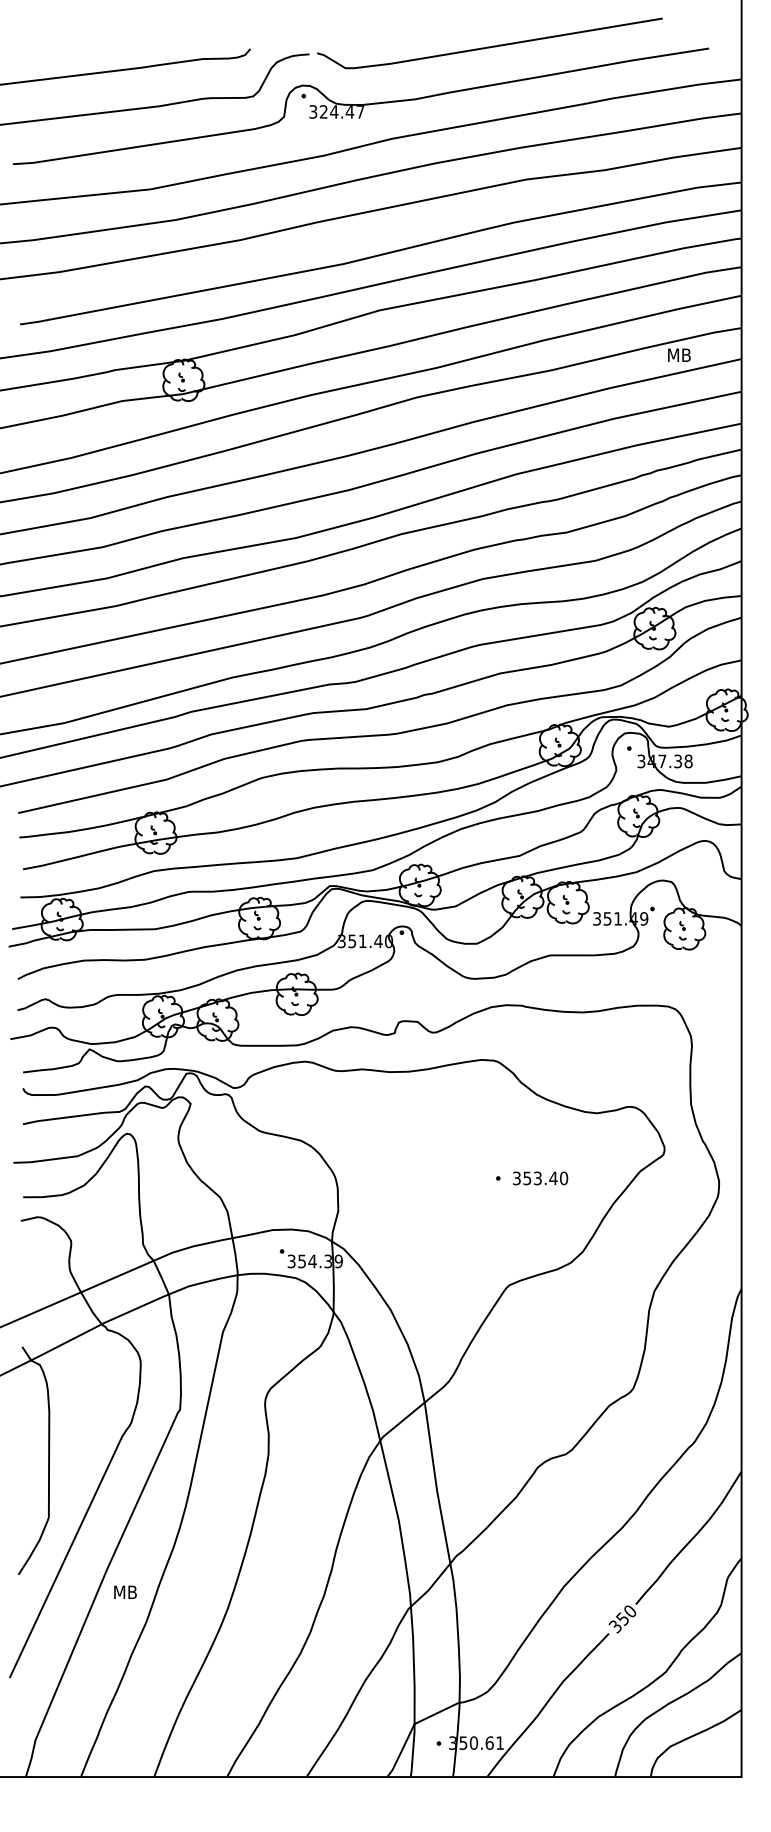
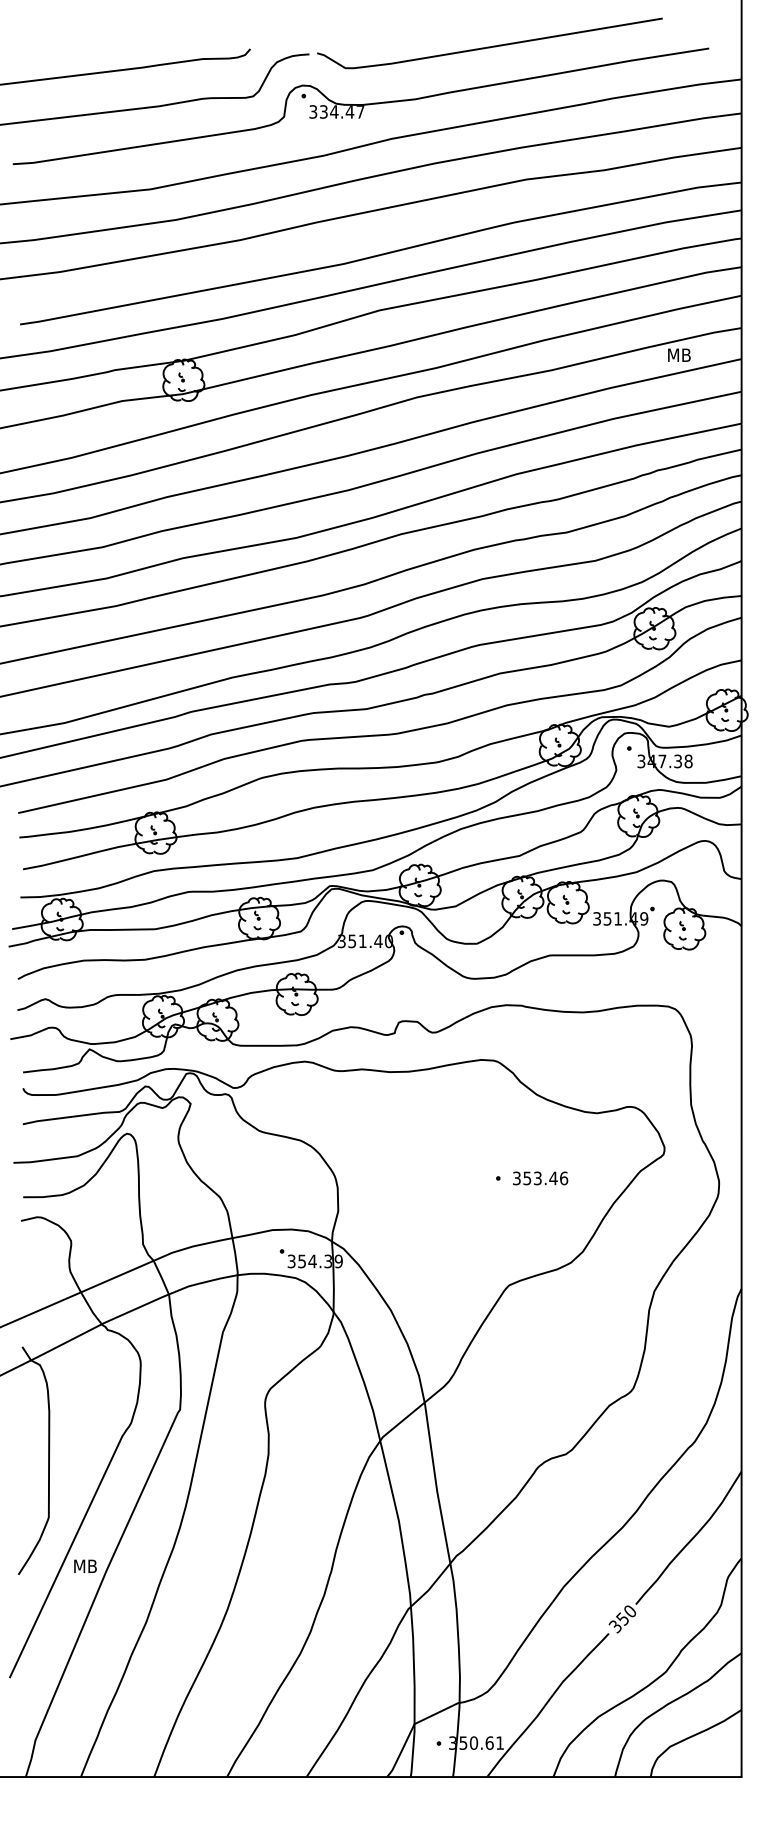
text at (323, 111): 324.47 -> 334.47
text at (564, 1177): 353.40 -> 353.46
text at (125, 1591) position: (125, 1591) -> (85, 1565)
